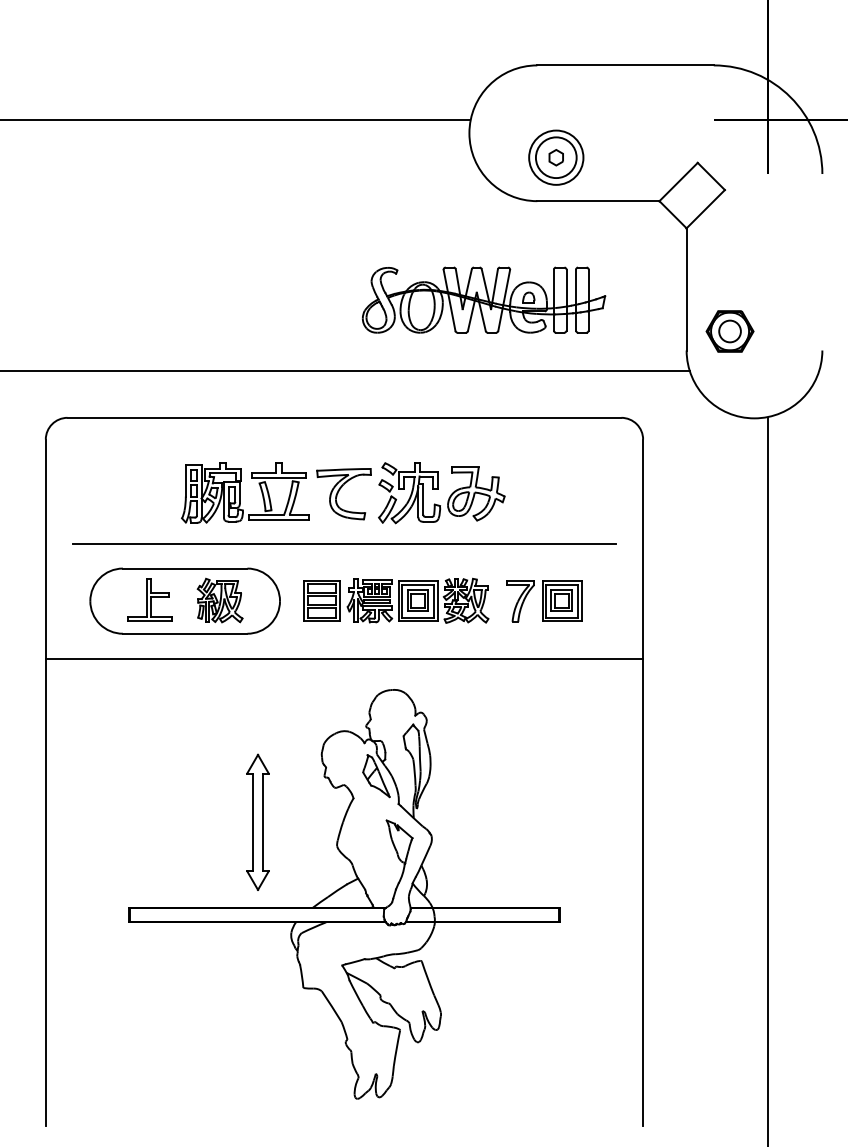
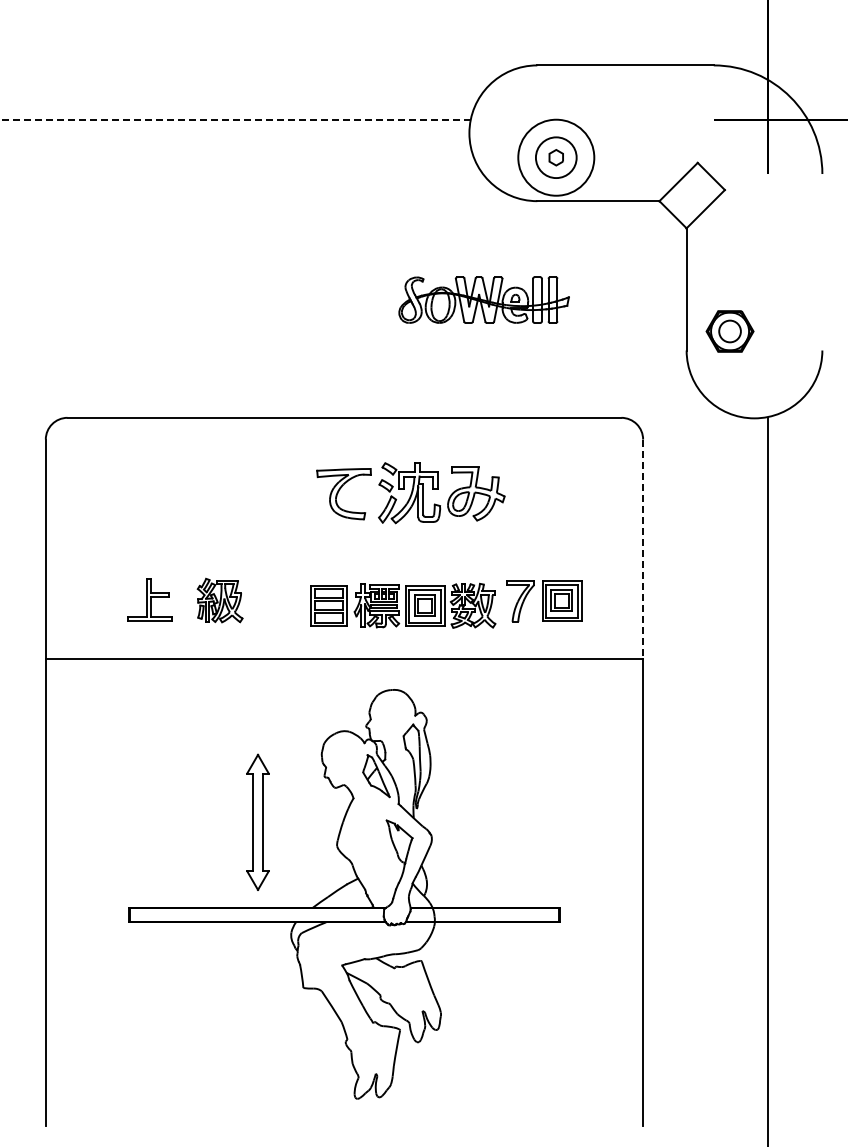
line at (235, 119): solid -> dashed
circle at (556, 157) diameter: 54 px -> 76 px
part at (484, 299) size: 245x68 px -> 172x48 px
line at (345, 370): present -> none
part at (245, 492): present -> none
line at (343, 544): present -> none
line at (643, 549): solid -> dashed
part at (184, 600): present -> none
part at (396, 600) position: (396, 600) -> (403, 605)
